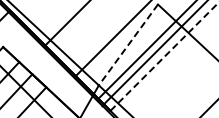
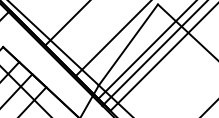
line at (128, 45): dashed -> solid
line at (164, 56): dashed -> solid
